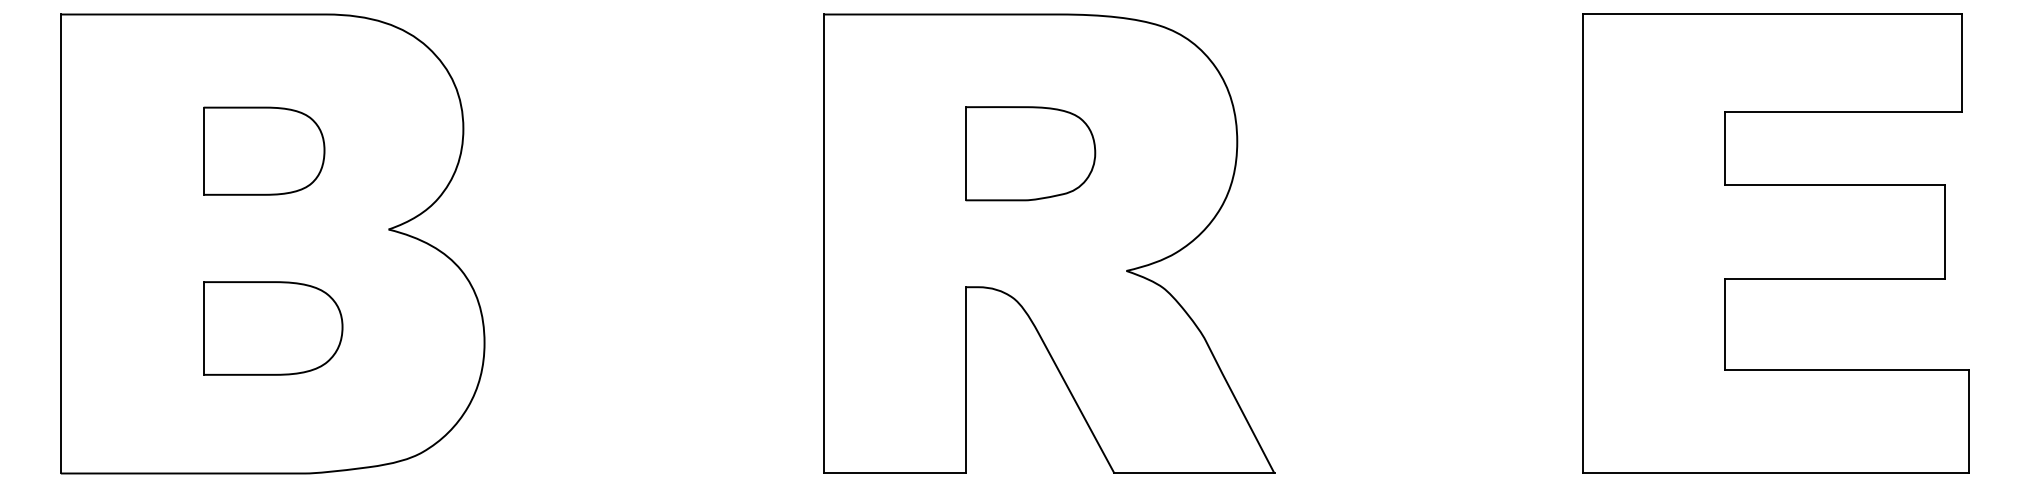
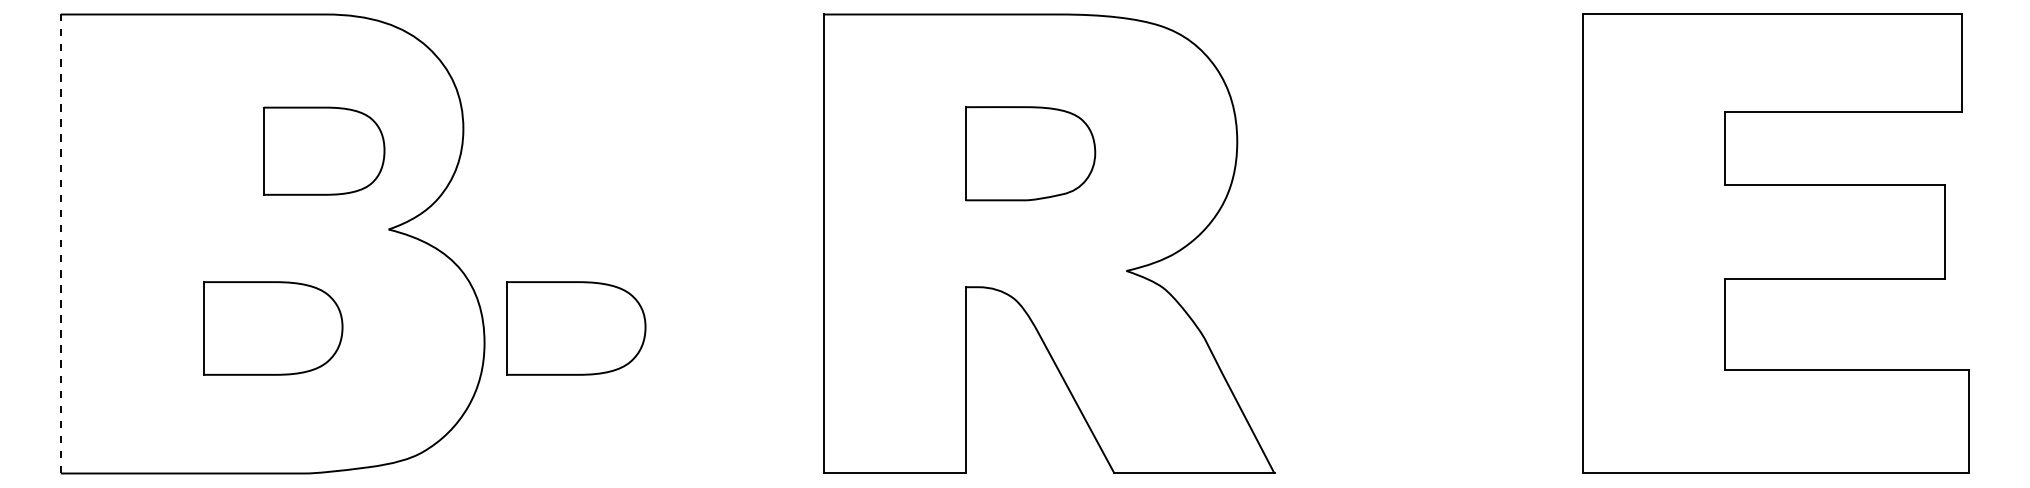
part at (264, 150) position: (264, 150) -> (324, 150)
line at (60, 243): solid -> dashed
part at (576, 328): none -> present
